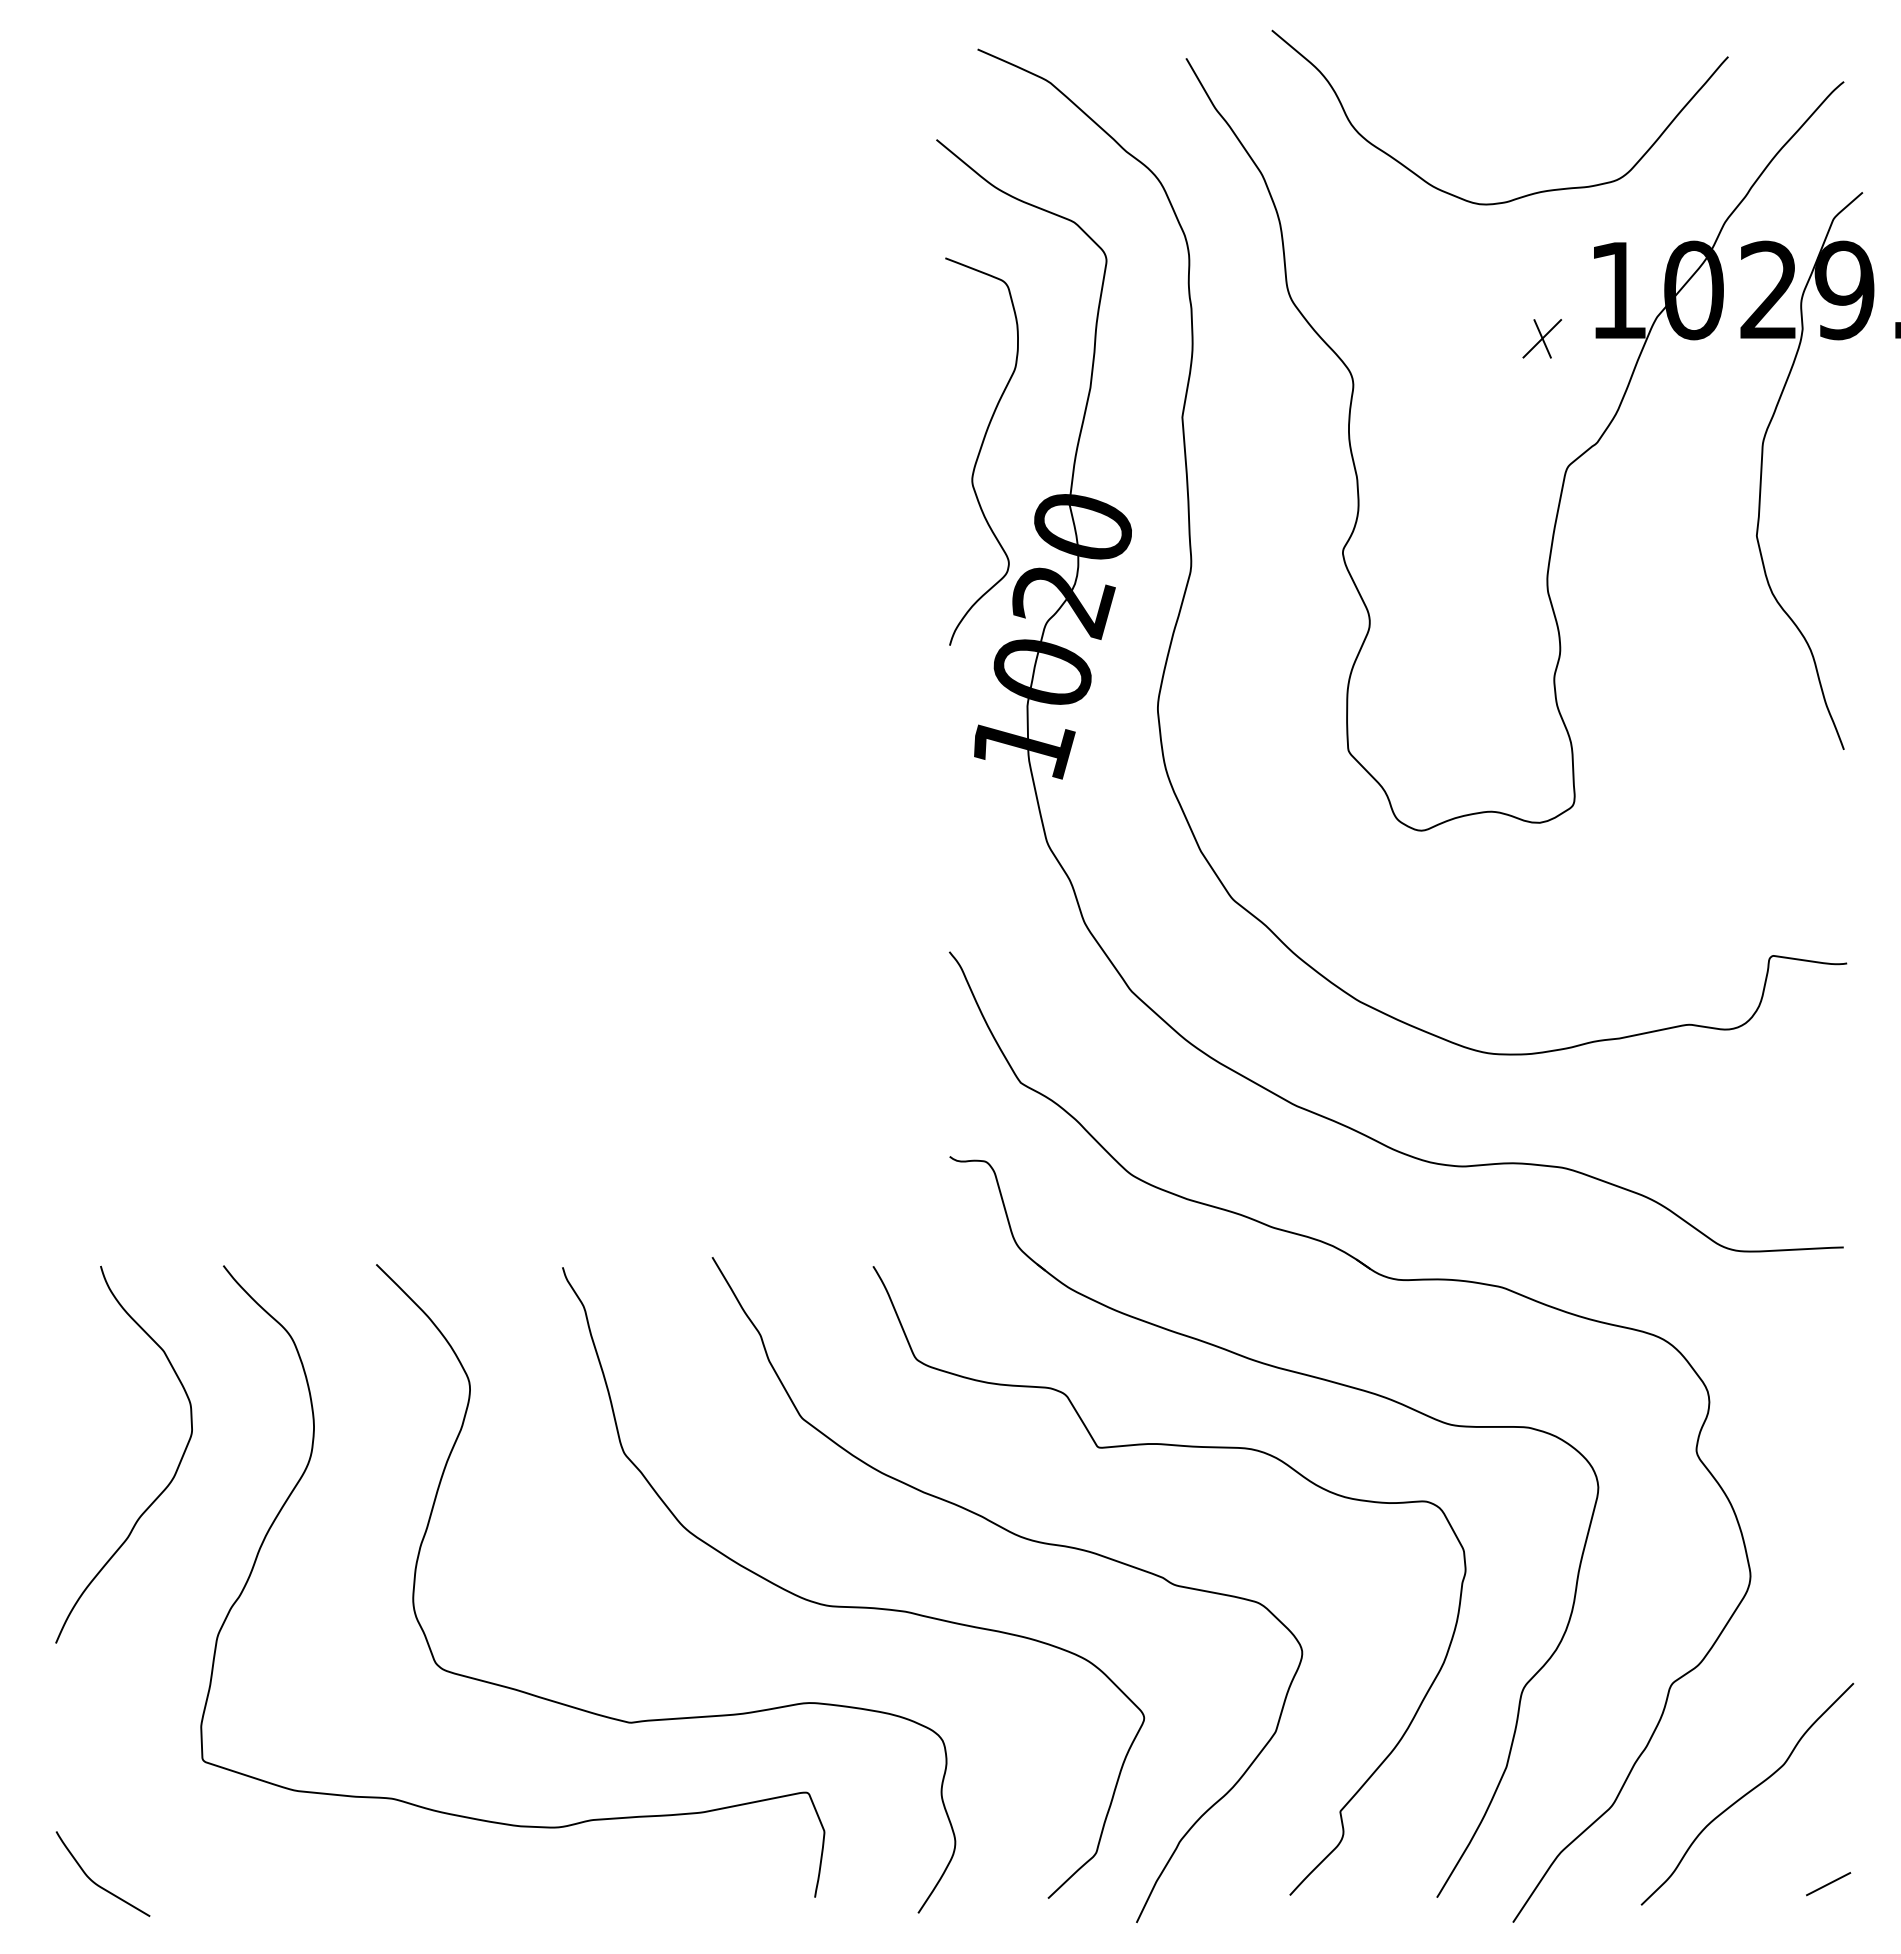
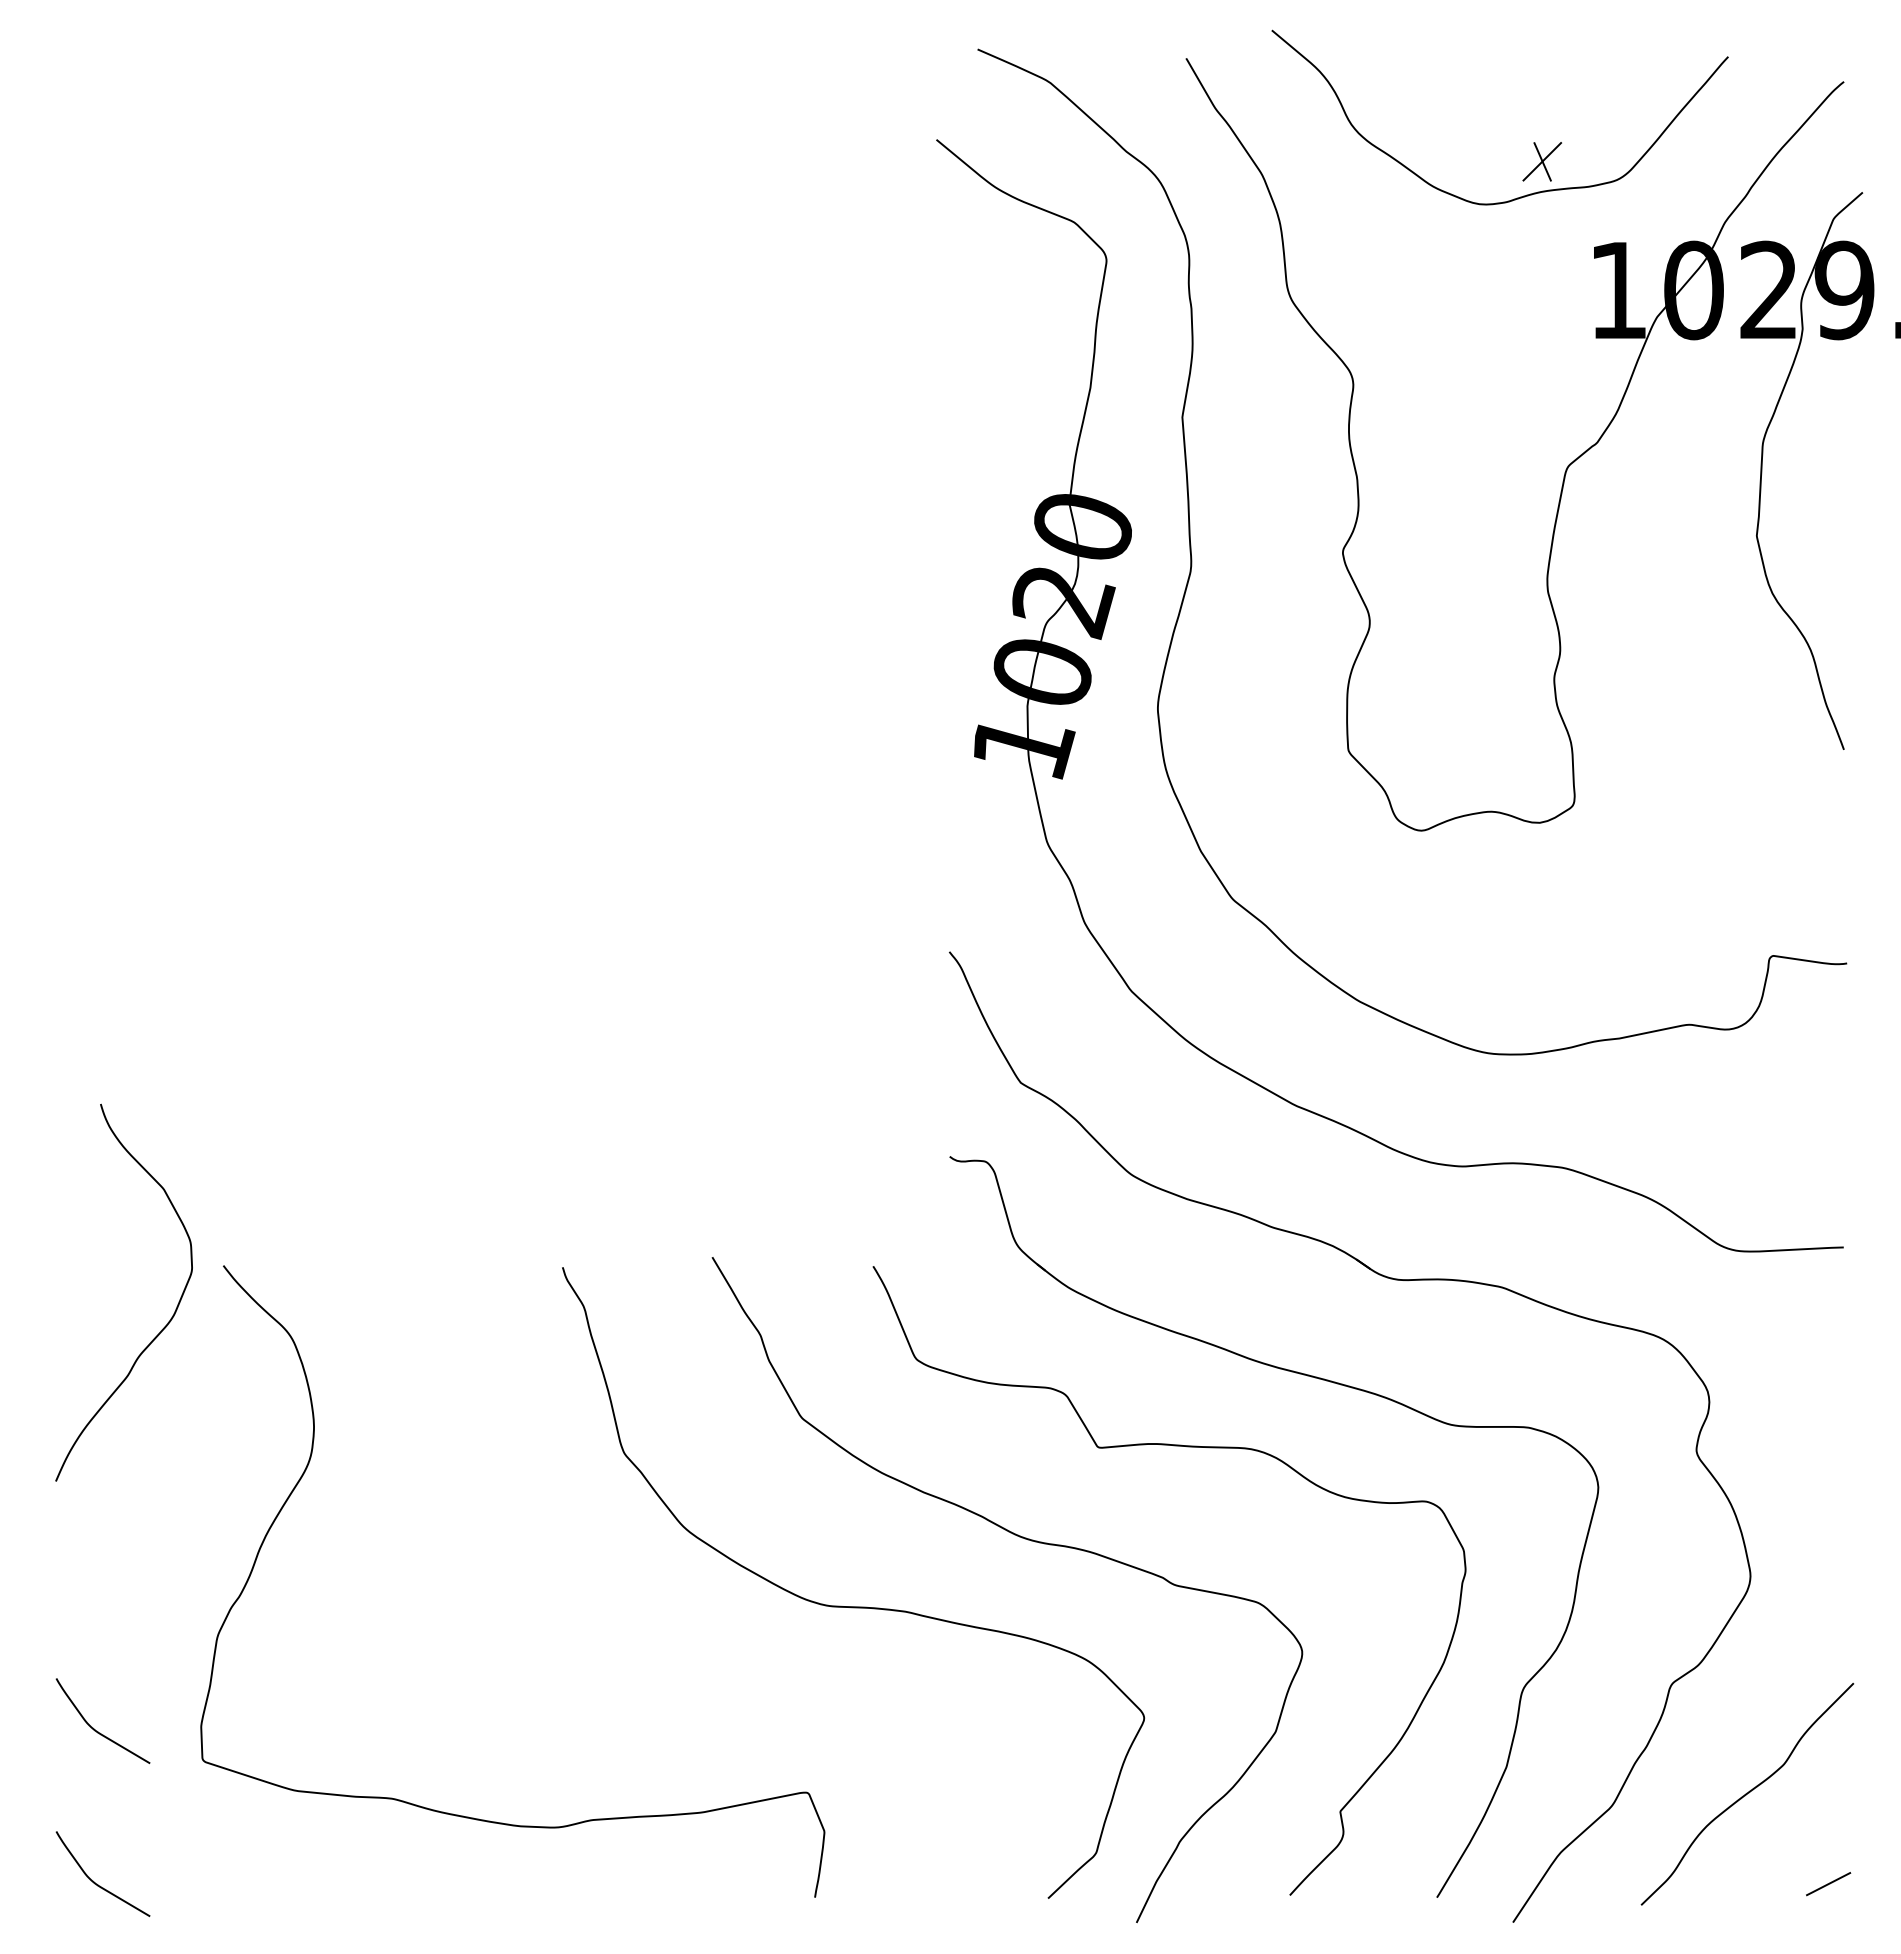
part at (1541, 338) position: (1541, 338) -> (1541, 161)
curve at (981, 450): present -> none
curve at (161, 1491) position: (161, 1491) -> (161, 1329)
curve at (675, 1717): present -> none
curve at (94, 1728): none -> present
